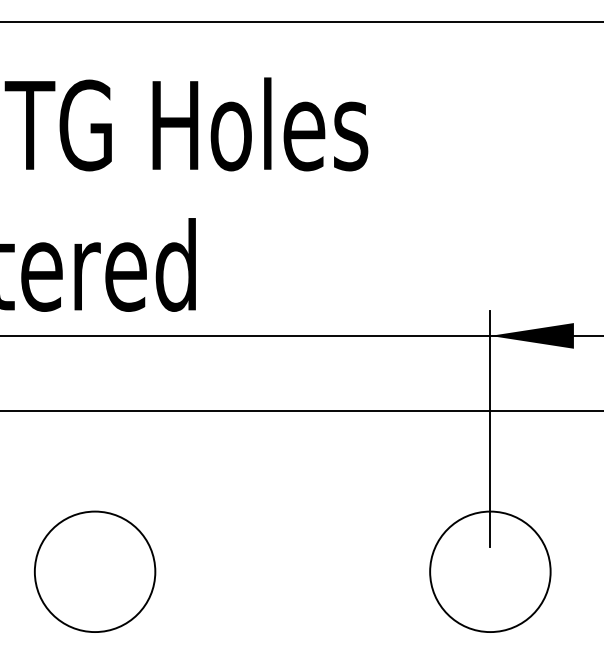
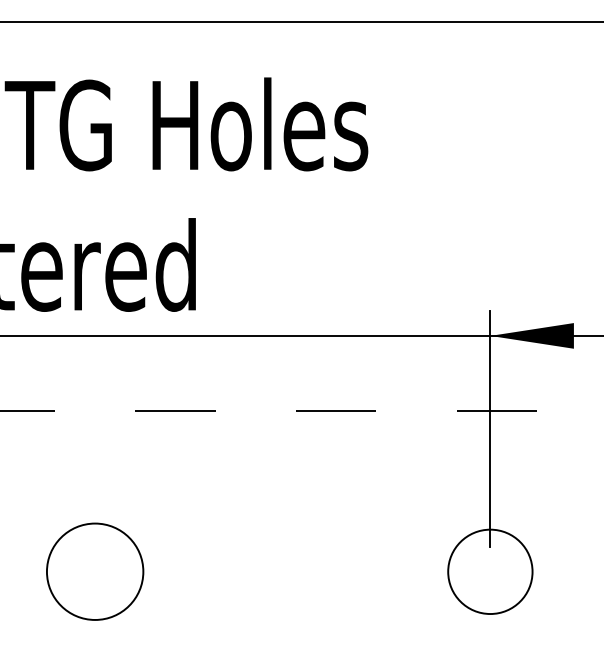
line at (302, 411): solid -> dashed
circle at (95, 571) size: 123x123 px -> 99x99 px
circle at (490, 571) diameter: 120 px -> 84 px
